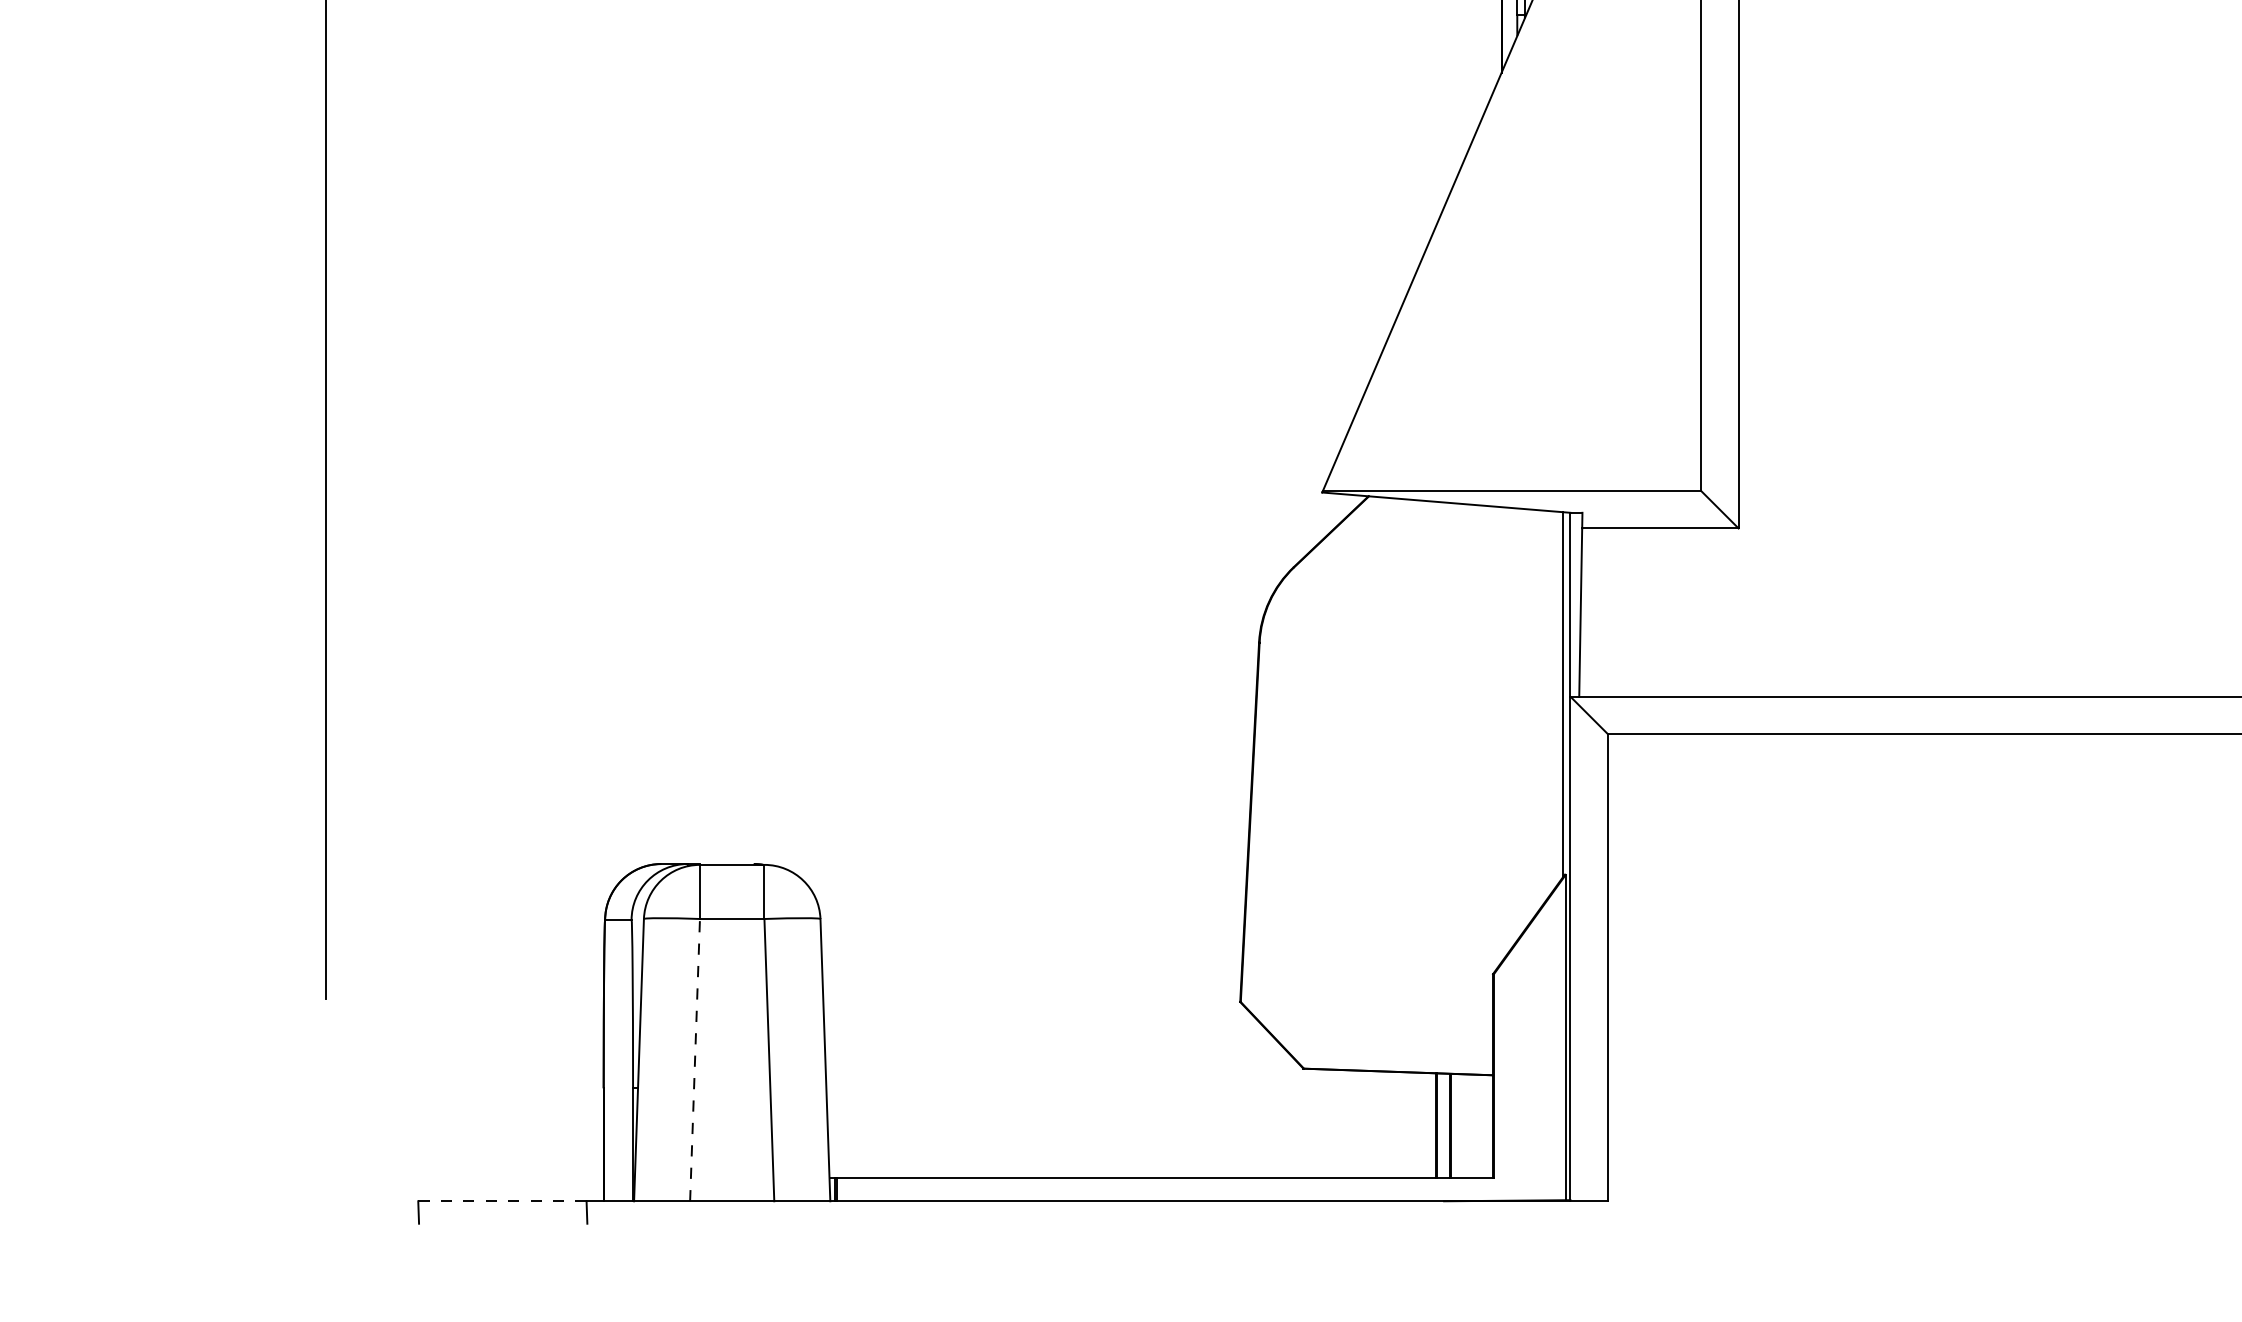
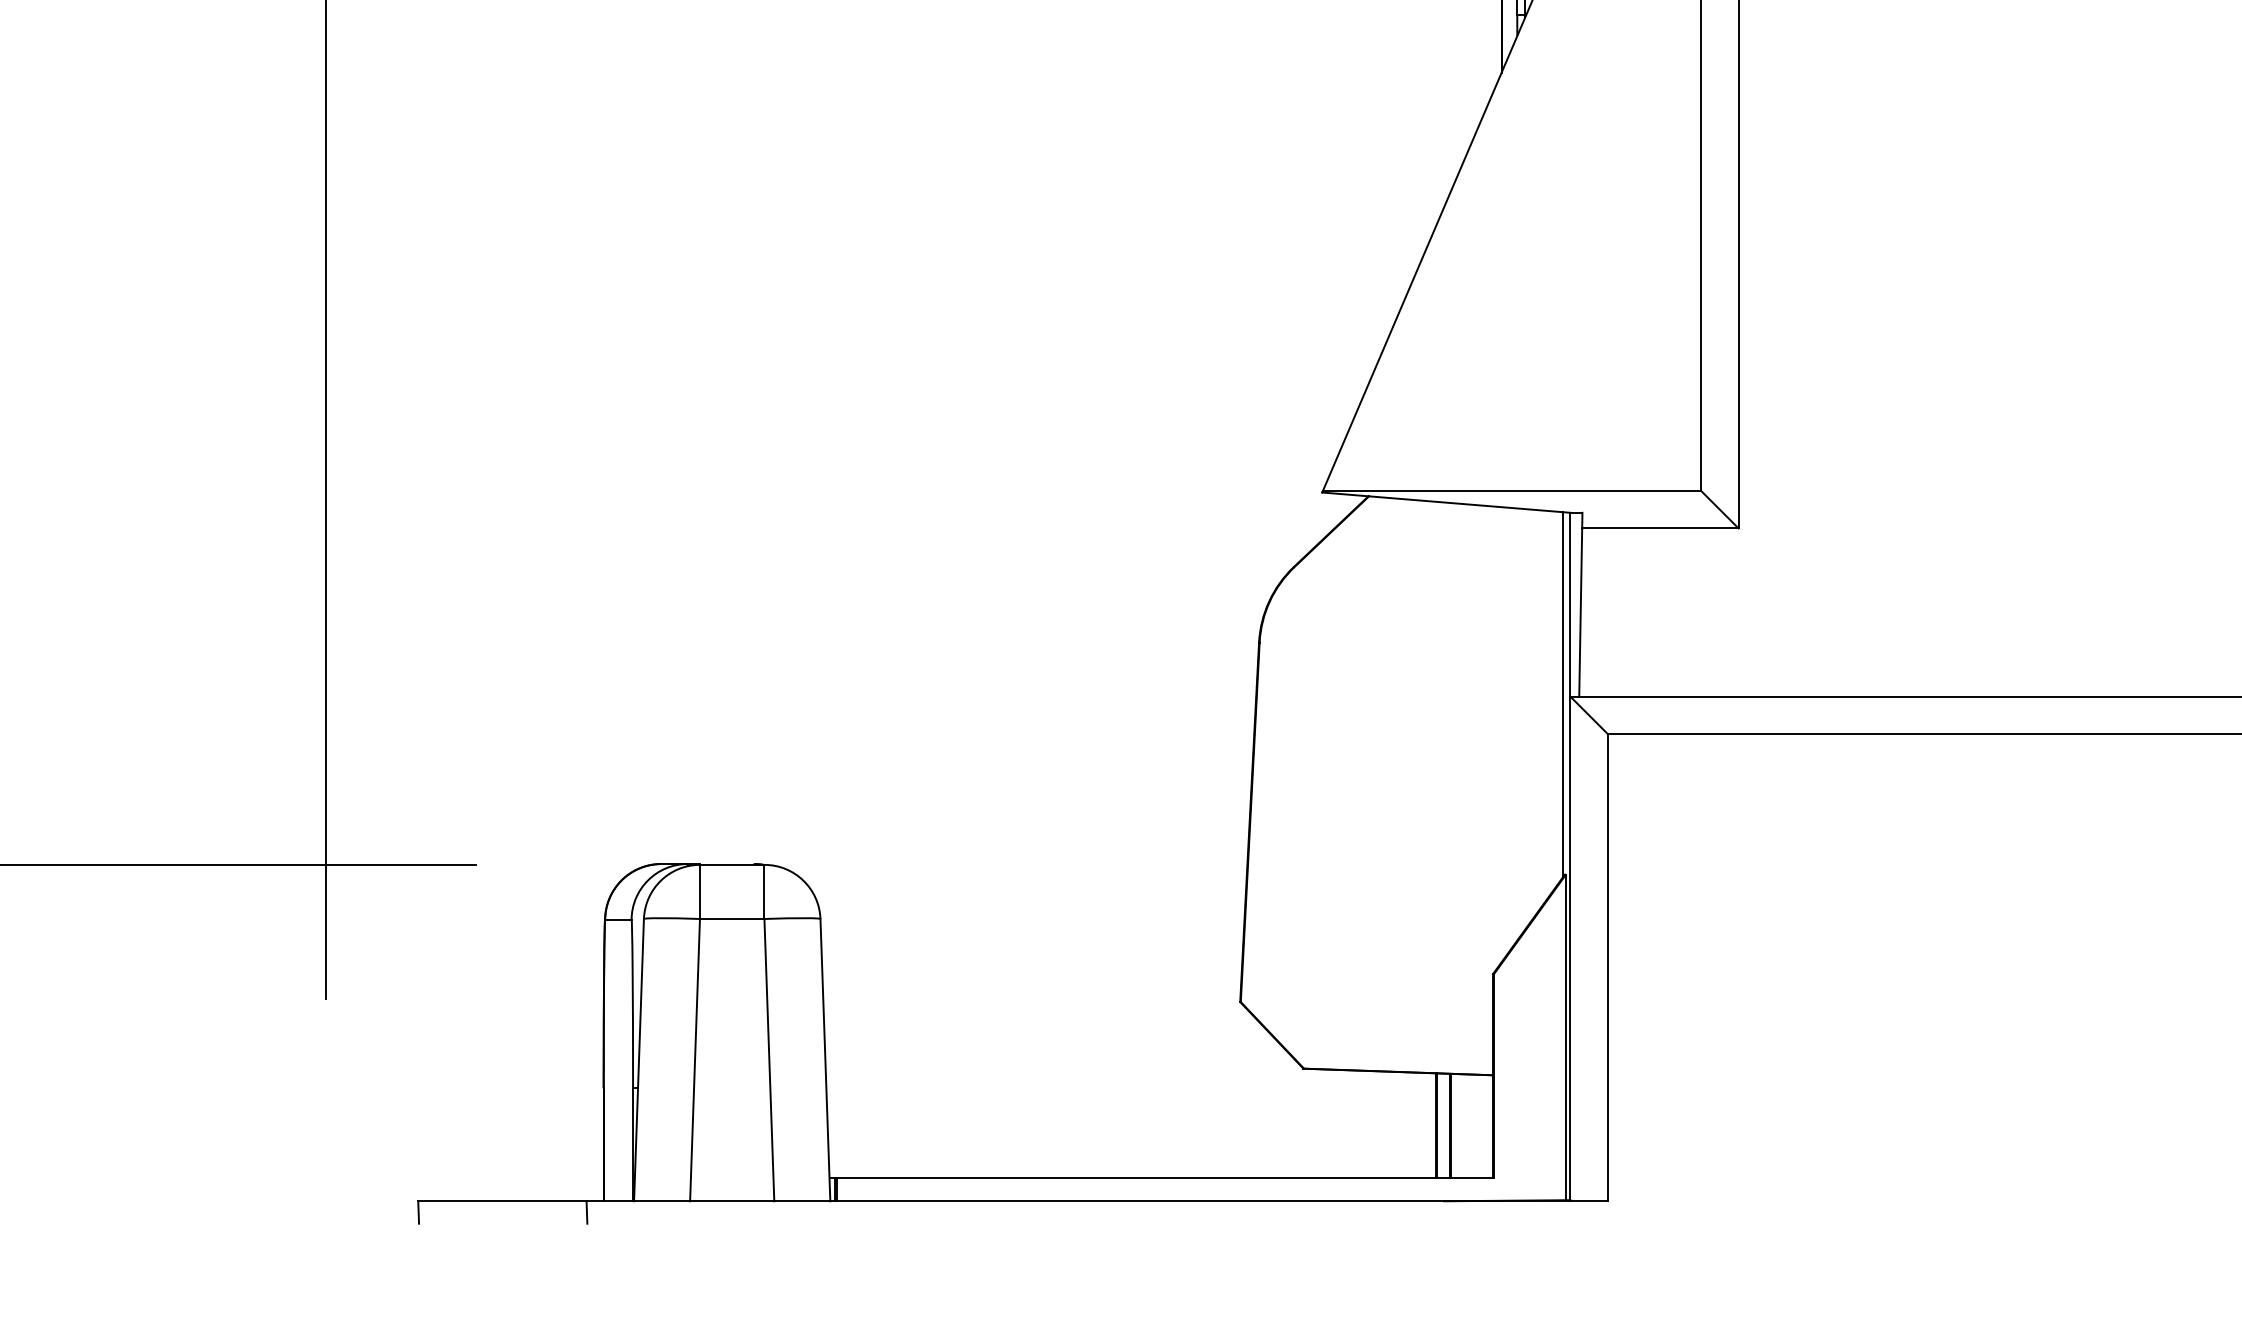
line at (238, 864): none -> present
line at (695, 1059): dashed -> solid
line at (501, 1201): dashed -> solid
